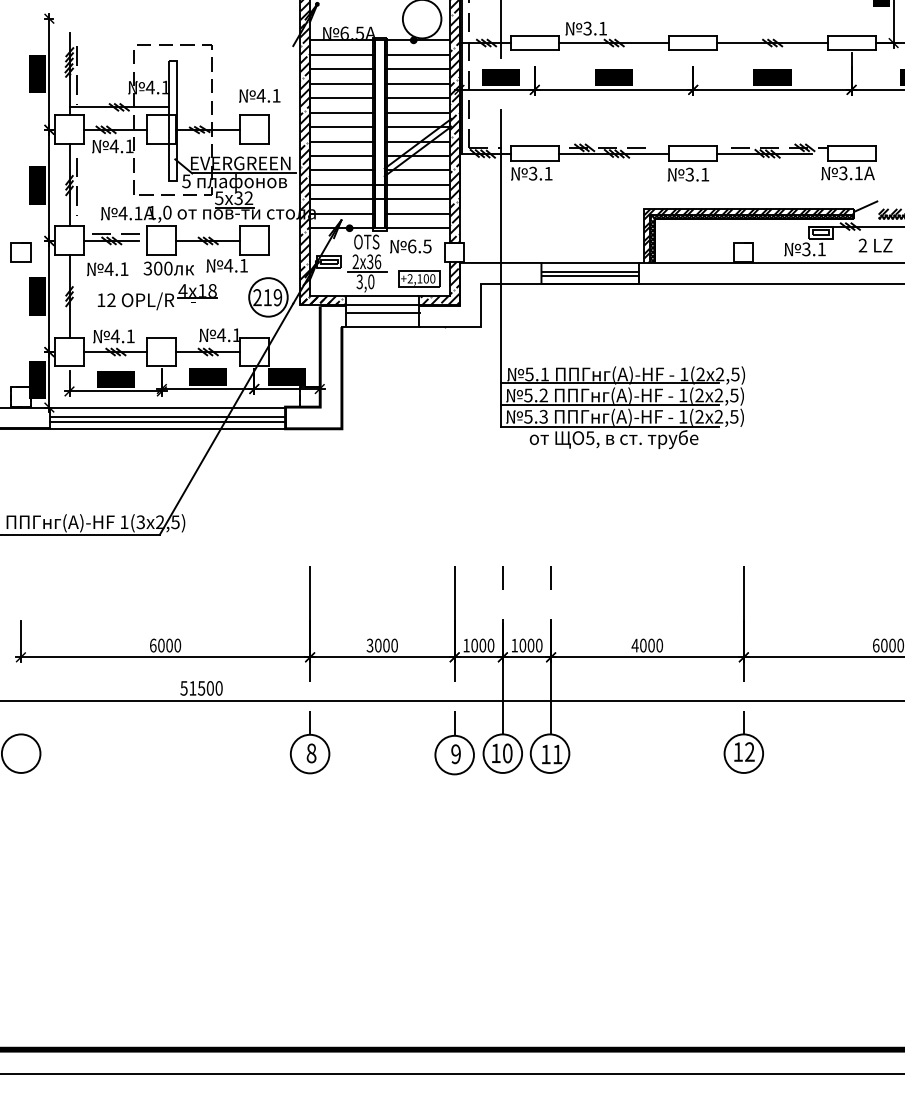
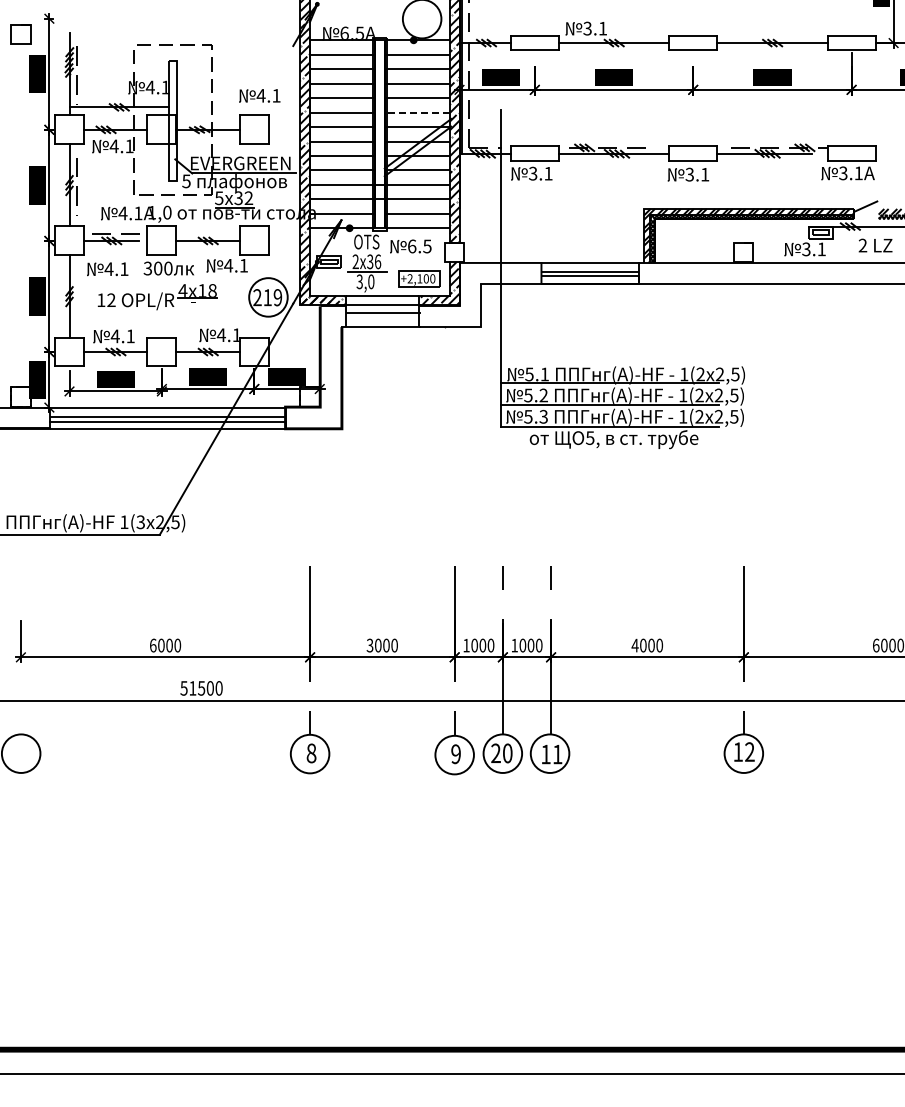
line at (501, 30): present -> none
line at (417, 112): solid -> dashed
curve at (20, 243) position: (20, 243) -> (20, 25)
text at (495, 752): 10 -> 20
